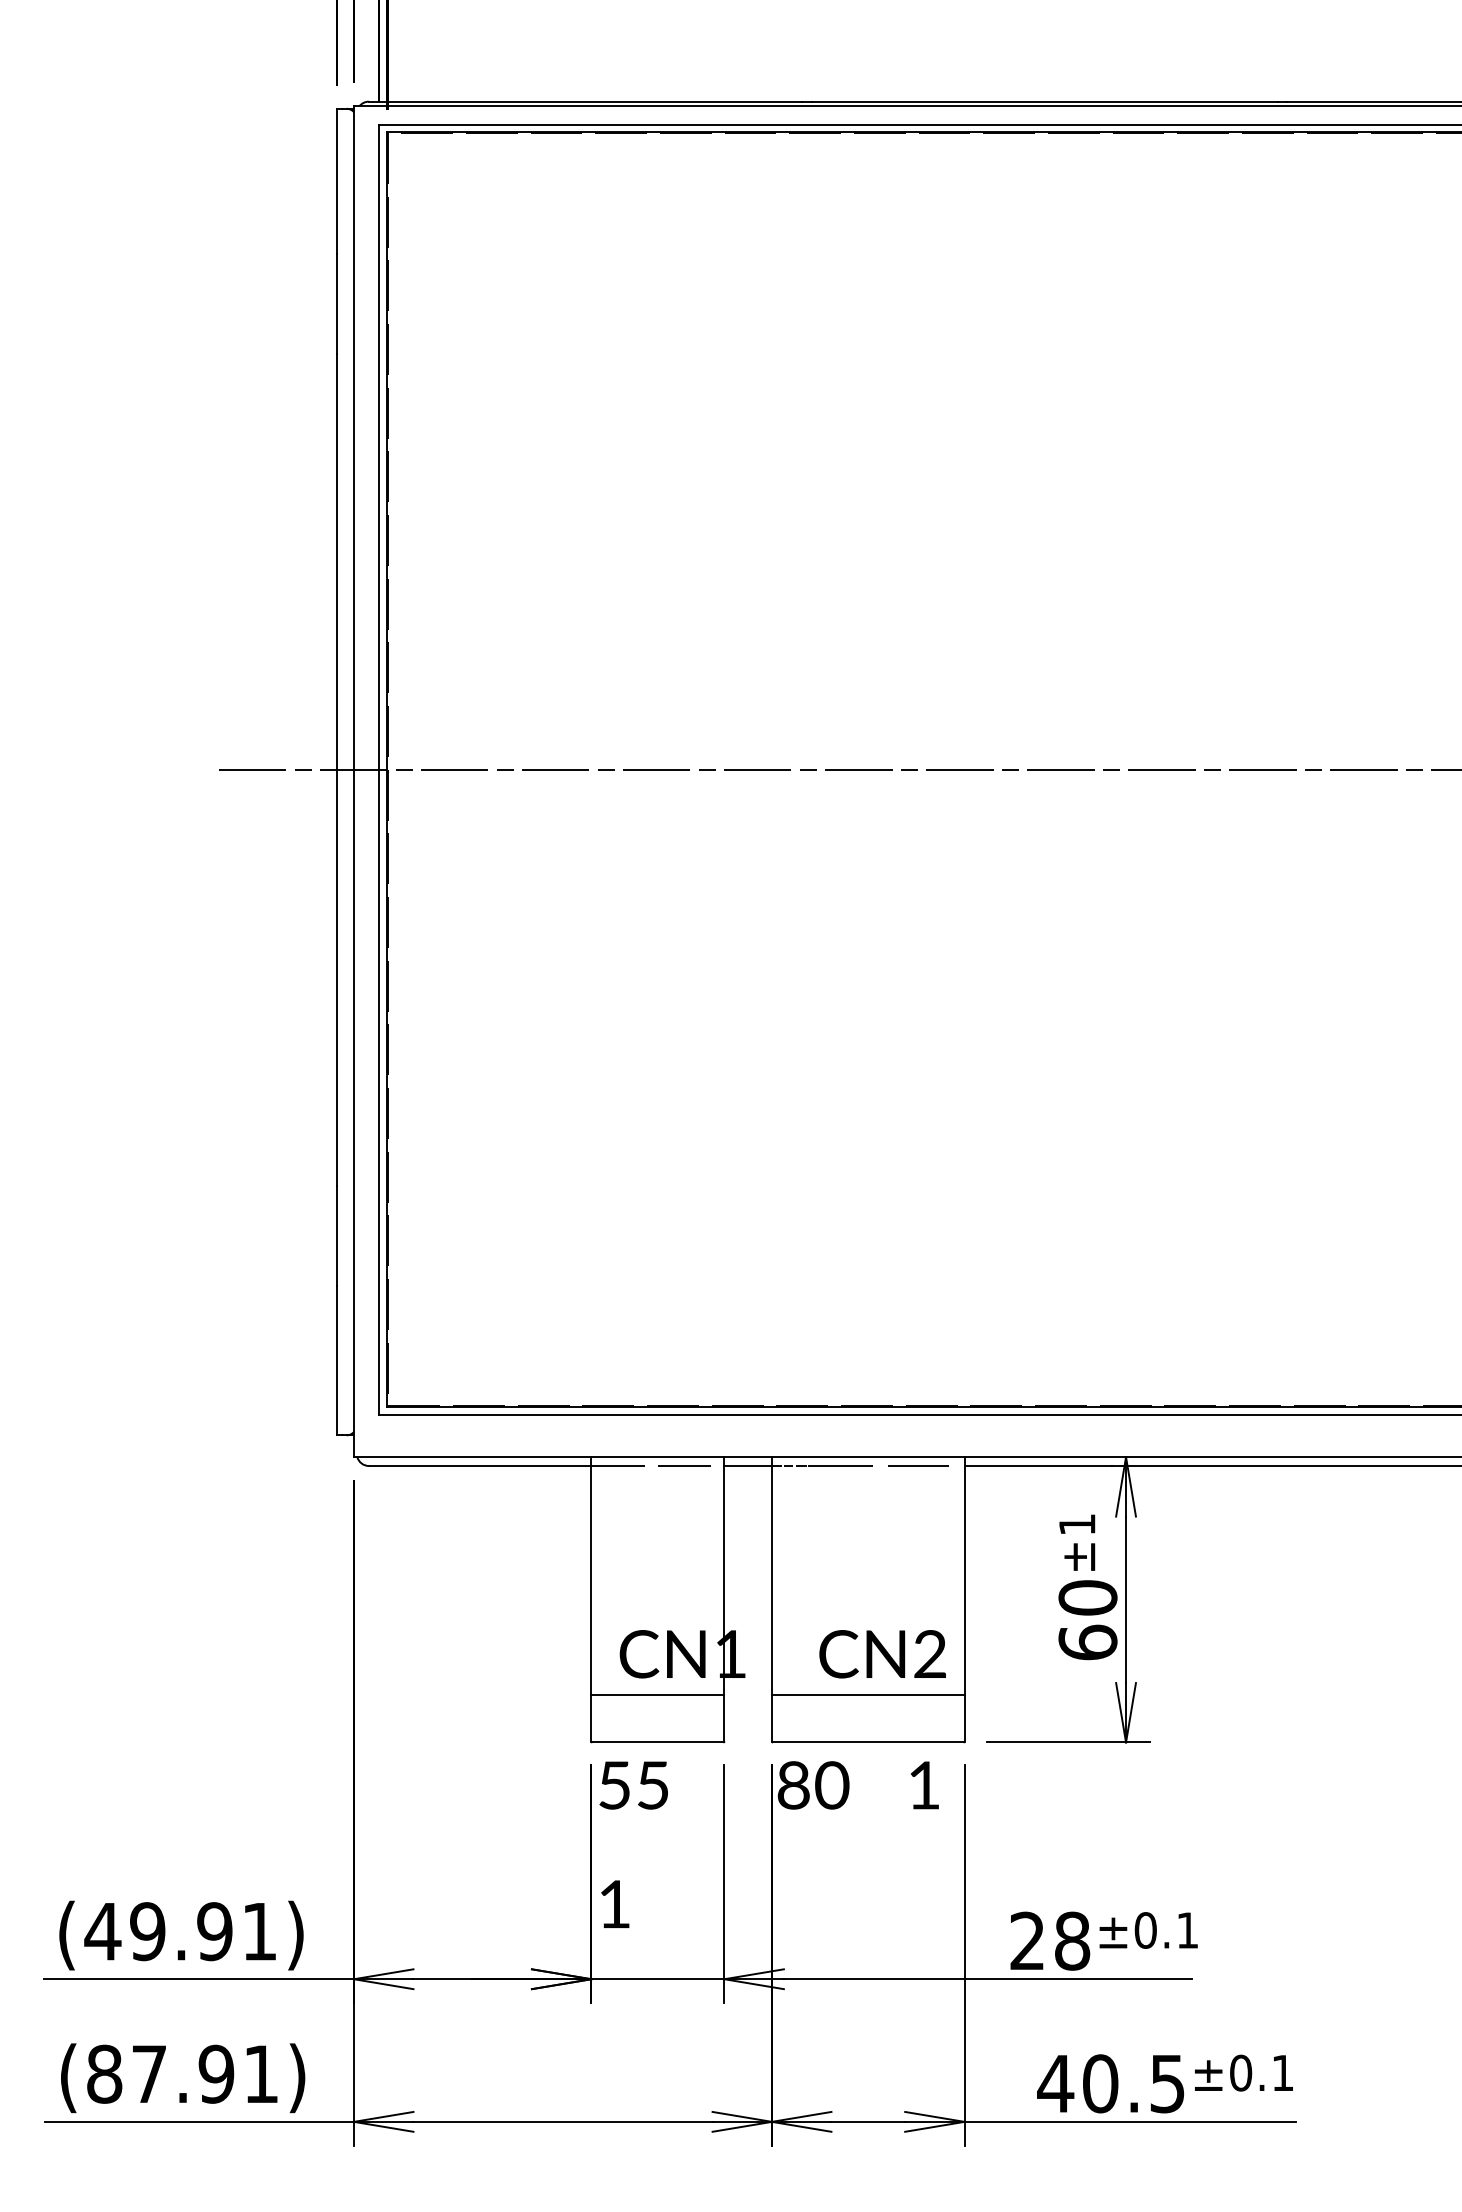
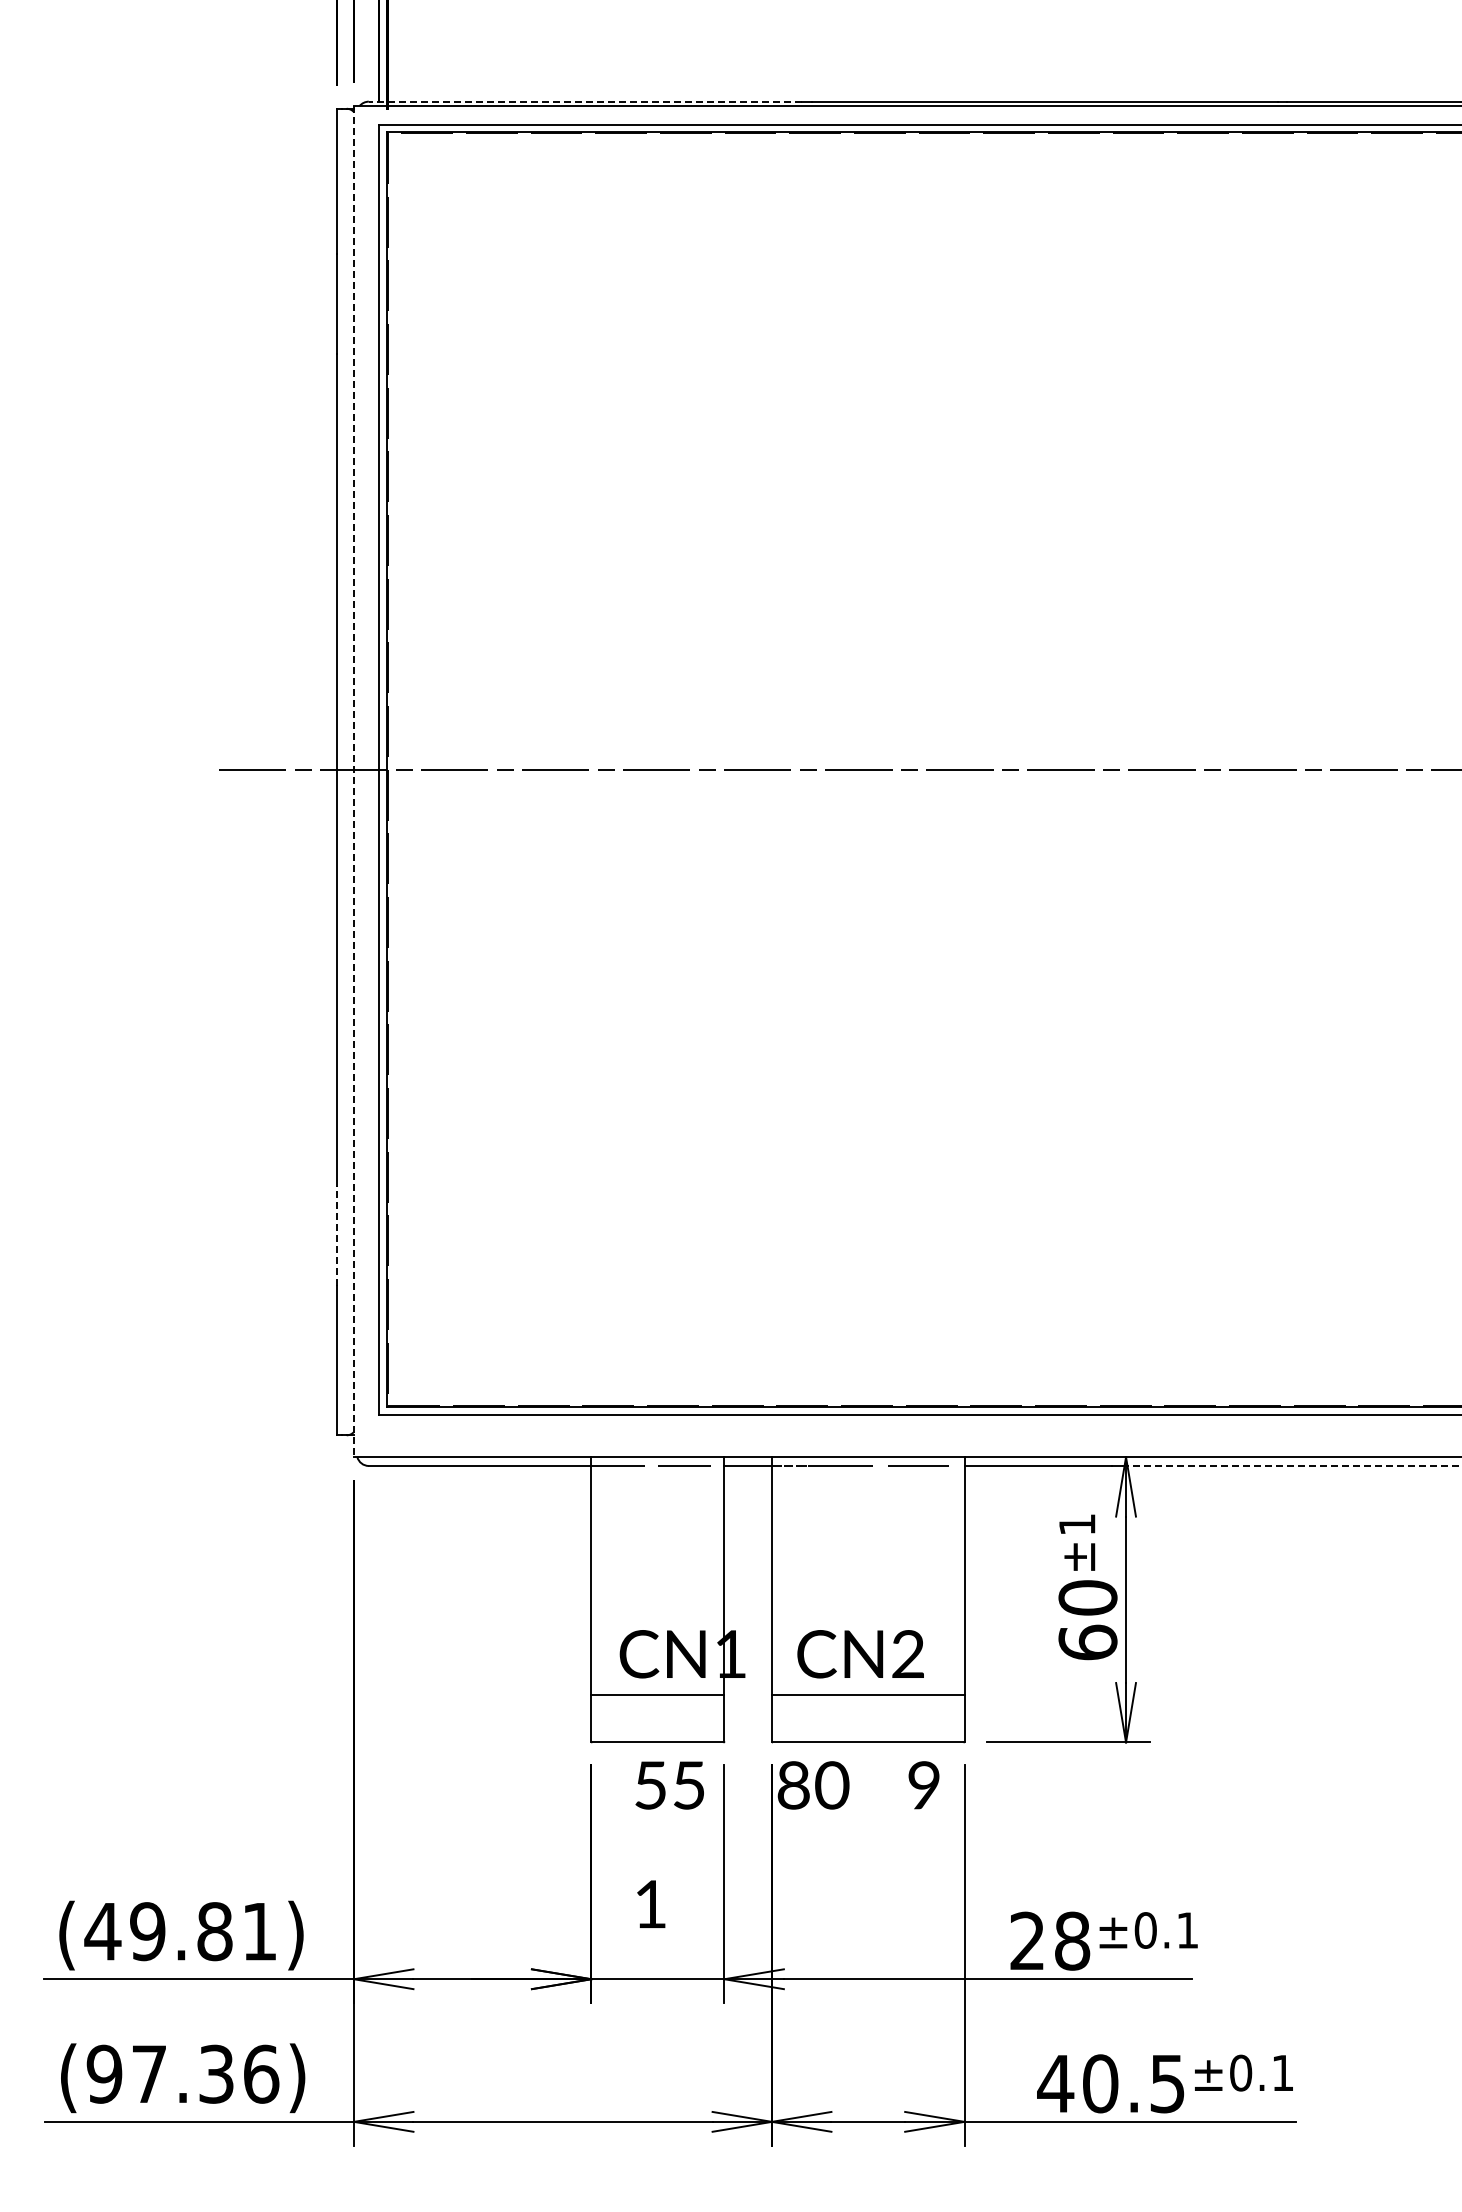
line at (585, 101): solid -> dashed
line at (354, 781): solid -> dashed
line at (337, 1235): solid -> dashed
line at (1291, 1465): solid -> dashed
text at (882, 1654) position: (882, 1654) -> (860, 1654)
text at (923, 1785): 1 -> 9
text at (633, 1844) position: (633, 1844) -> (669, 1844)
text at (214, 1931): (49.91) -> (49.81)
text at (182, 2073): (87.91) -> (97.36)
